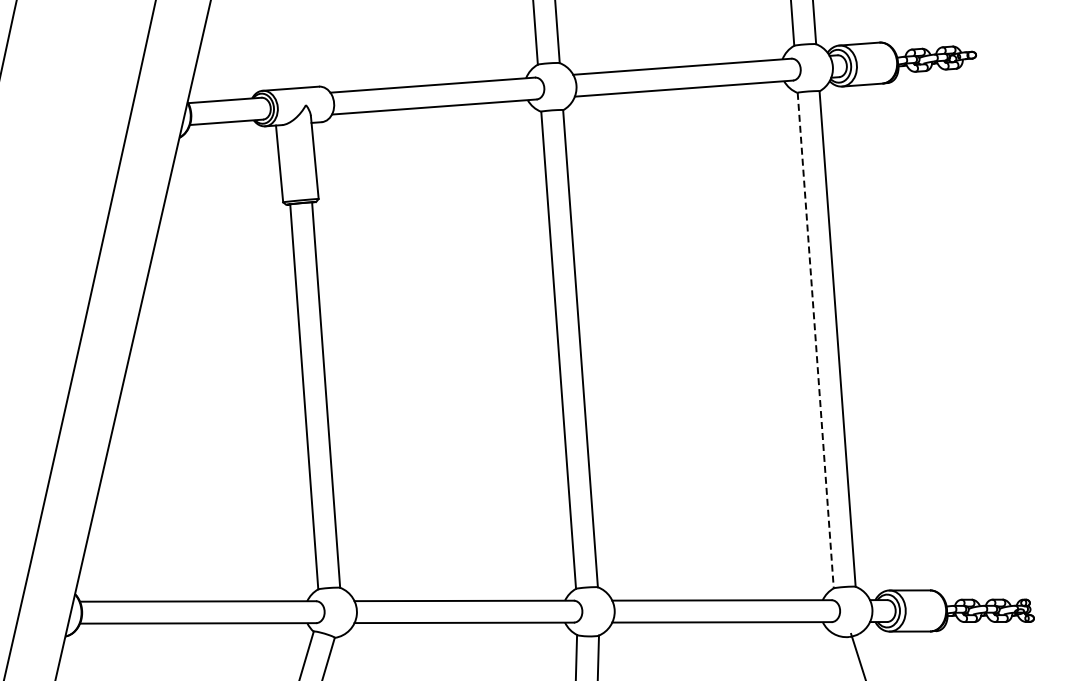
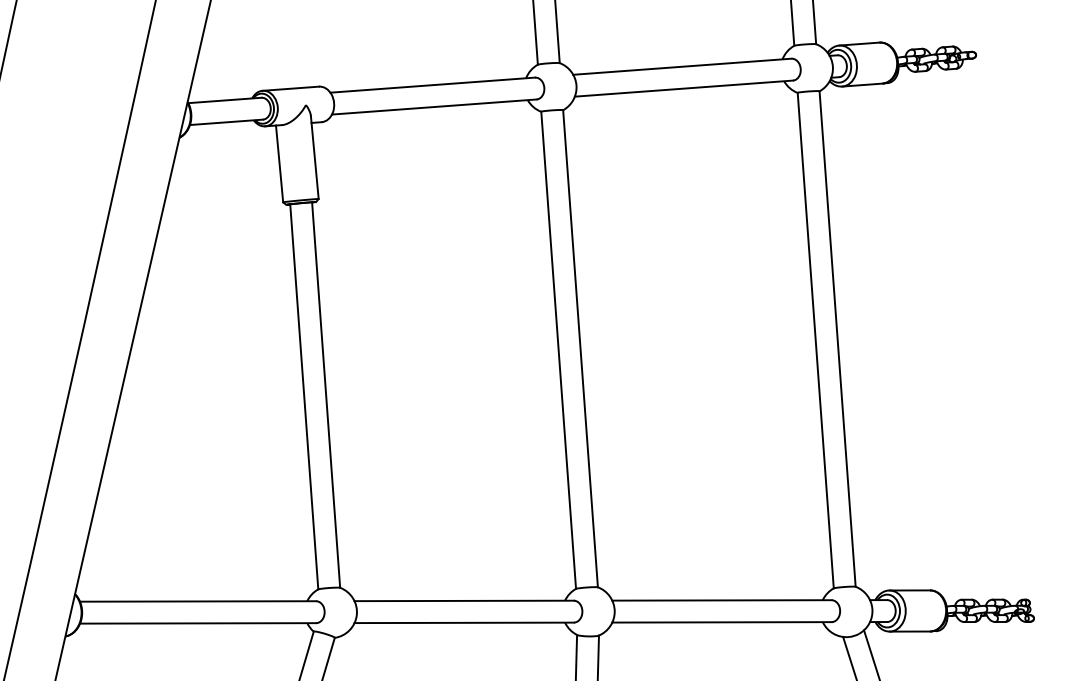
line at (815, 341): dashed -> solid
line at (871, 653): none -> present
line at (858, 655) position: (858, 655) -> (849, 656)
